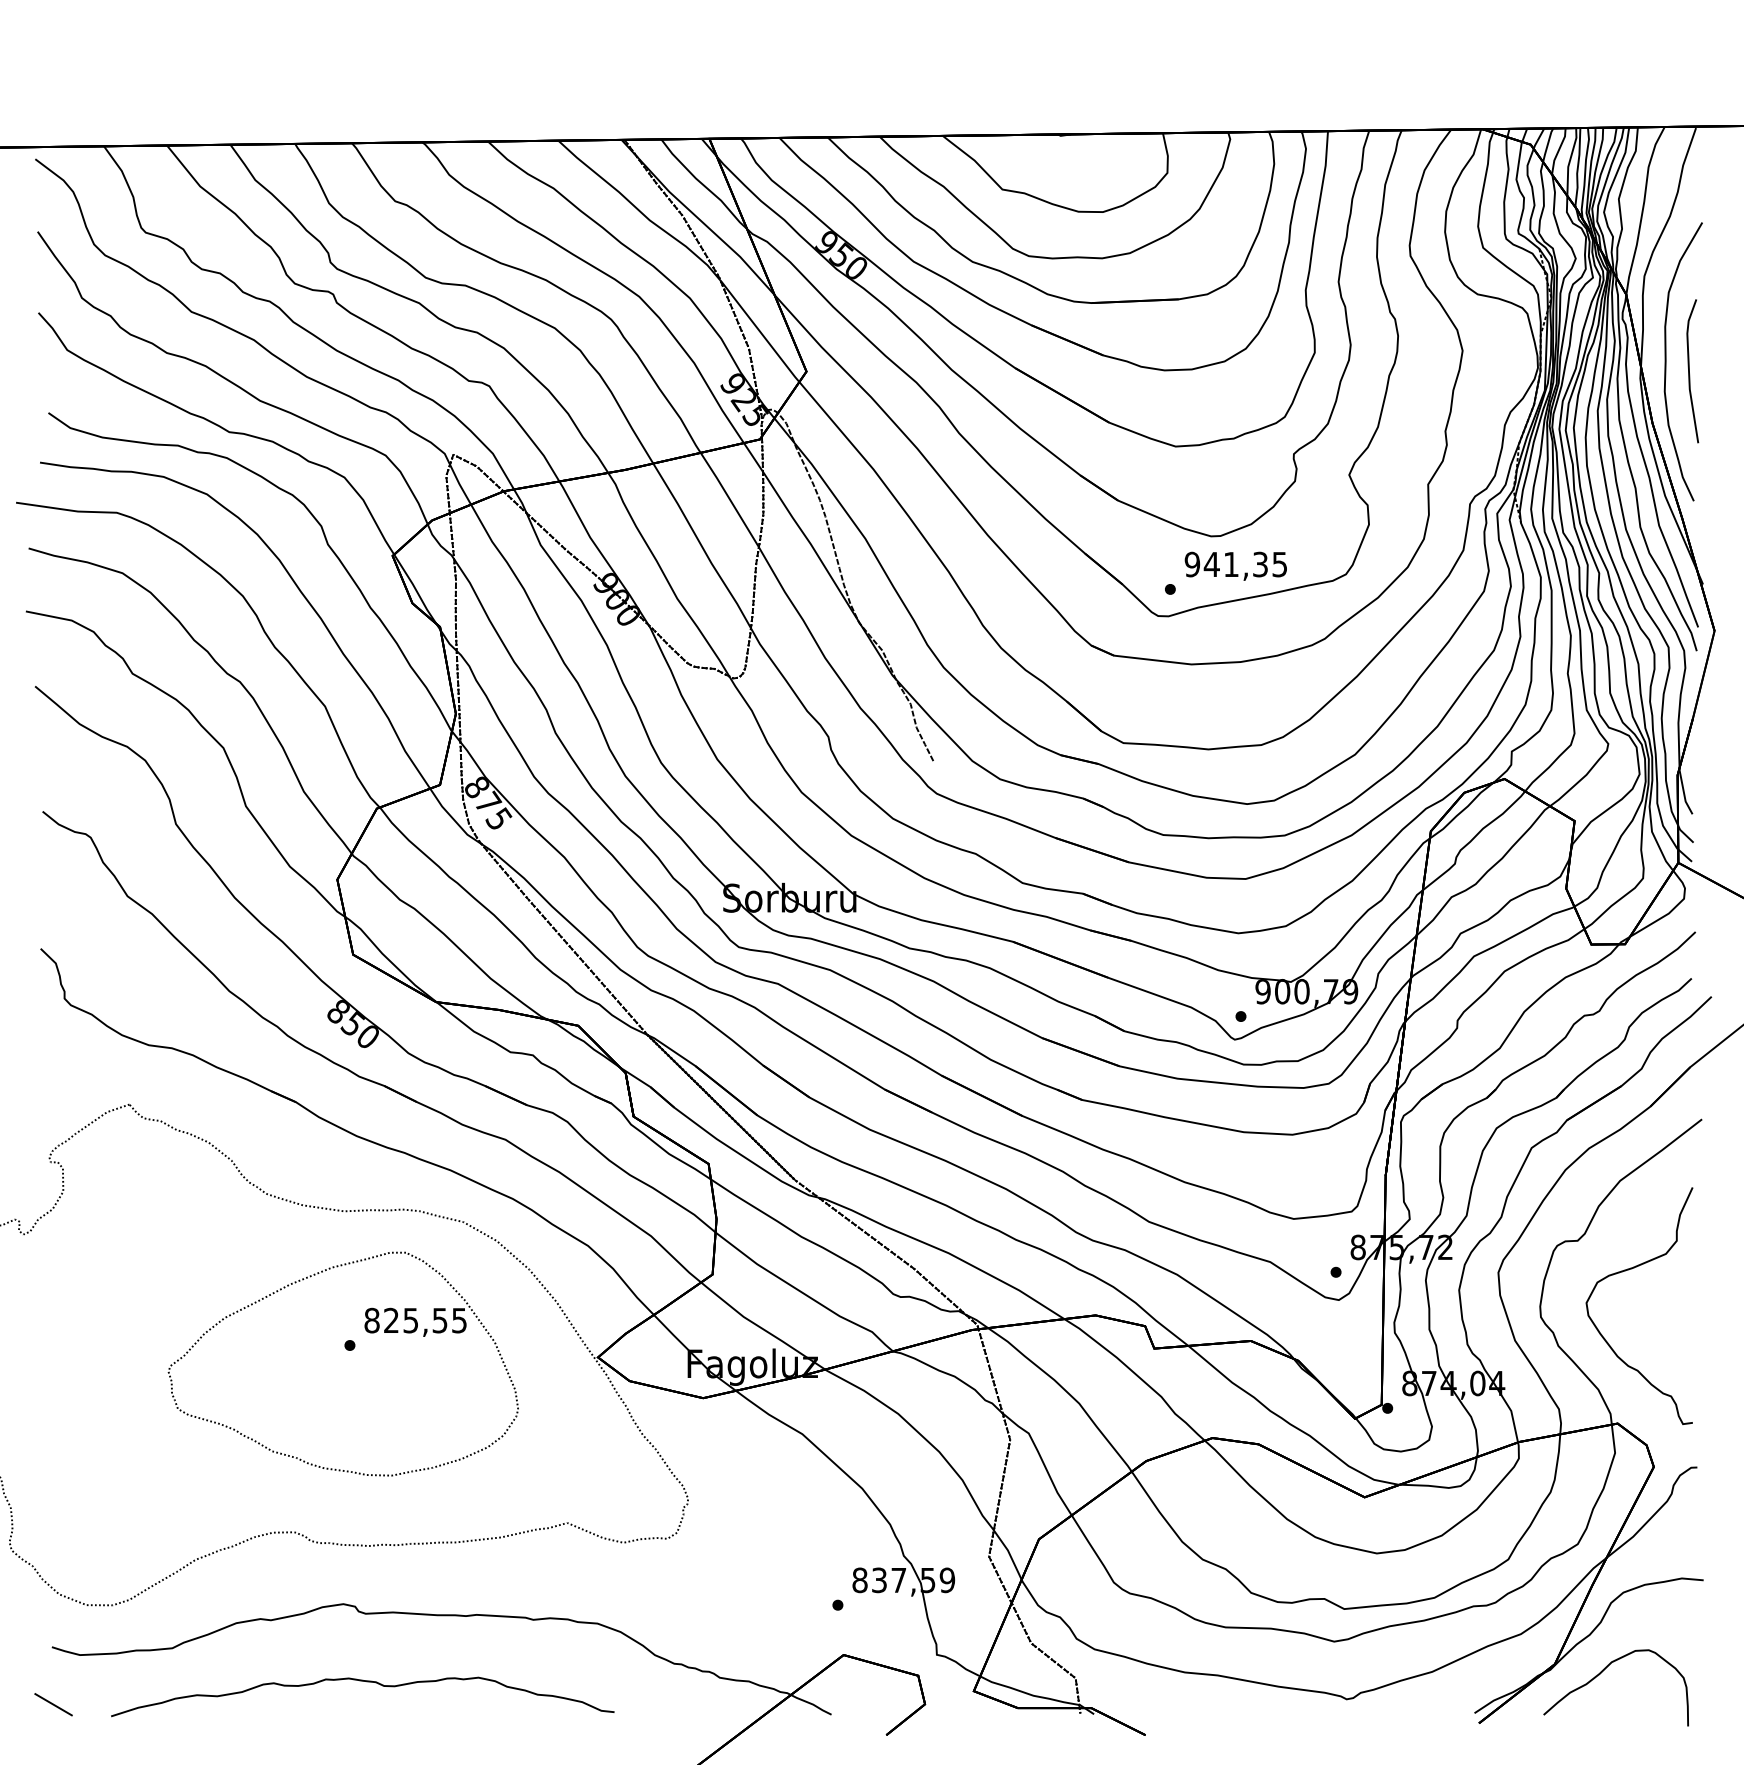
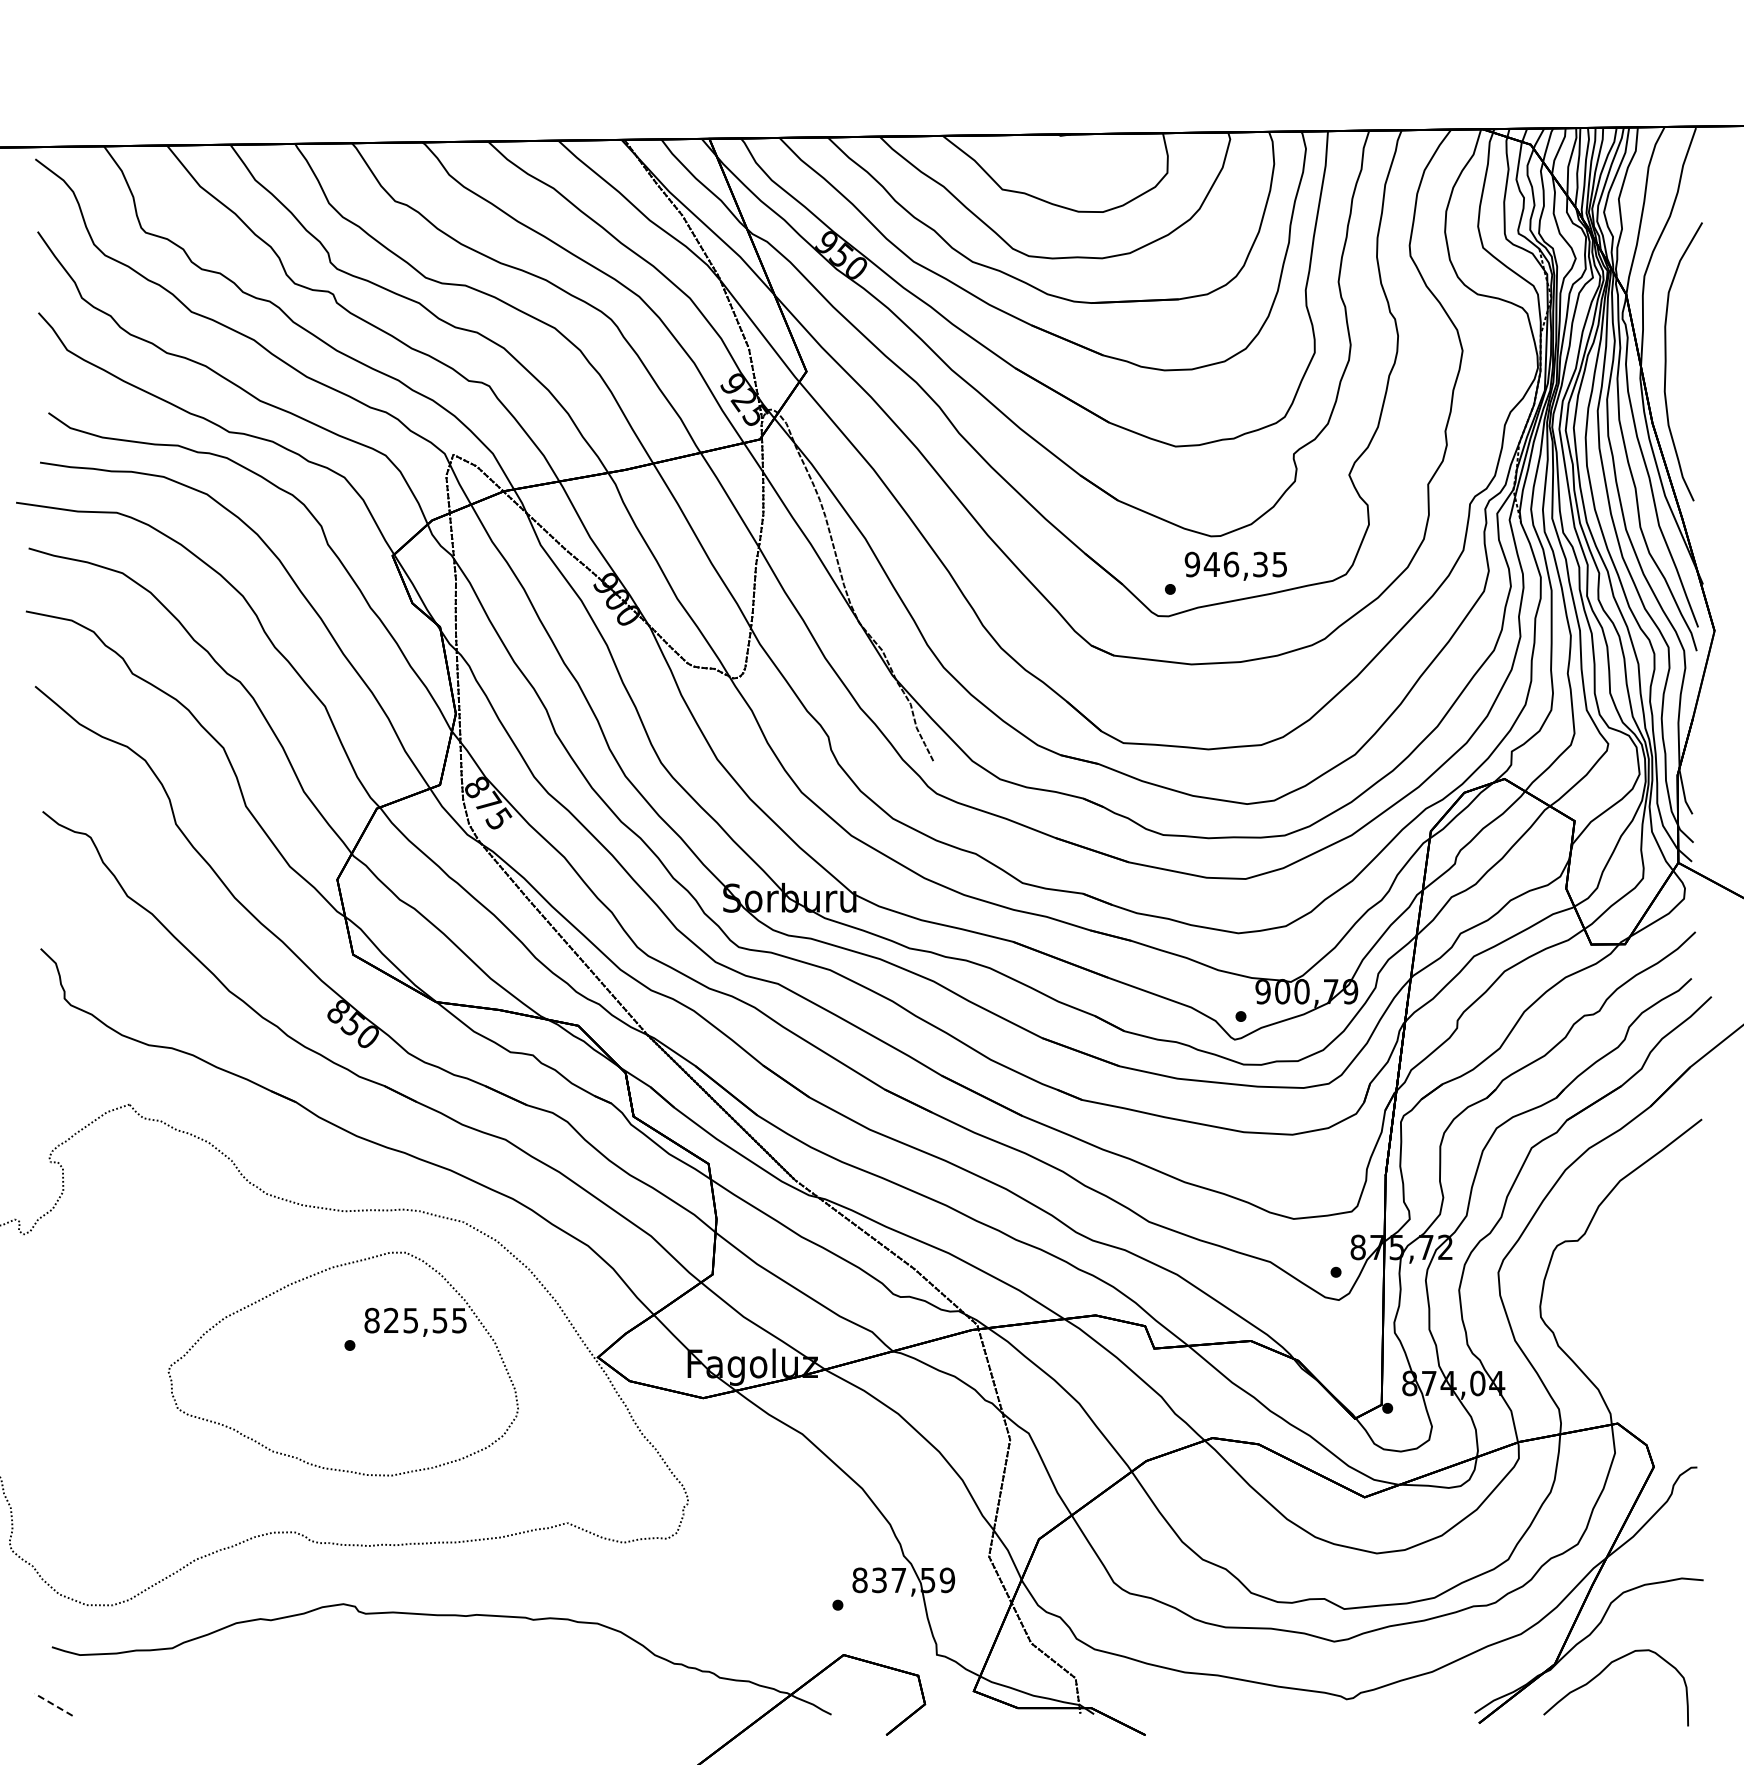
line at (1689, 371): present -> none
text at (1231, 564): 941,35 -> 946,35
curve at (1628, 1270): present -> none
curve at (366, 1682): present -> none
line at (53, 1704): solid -> dashed
